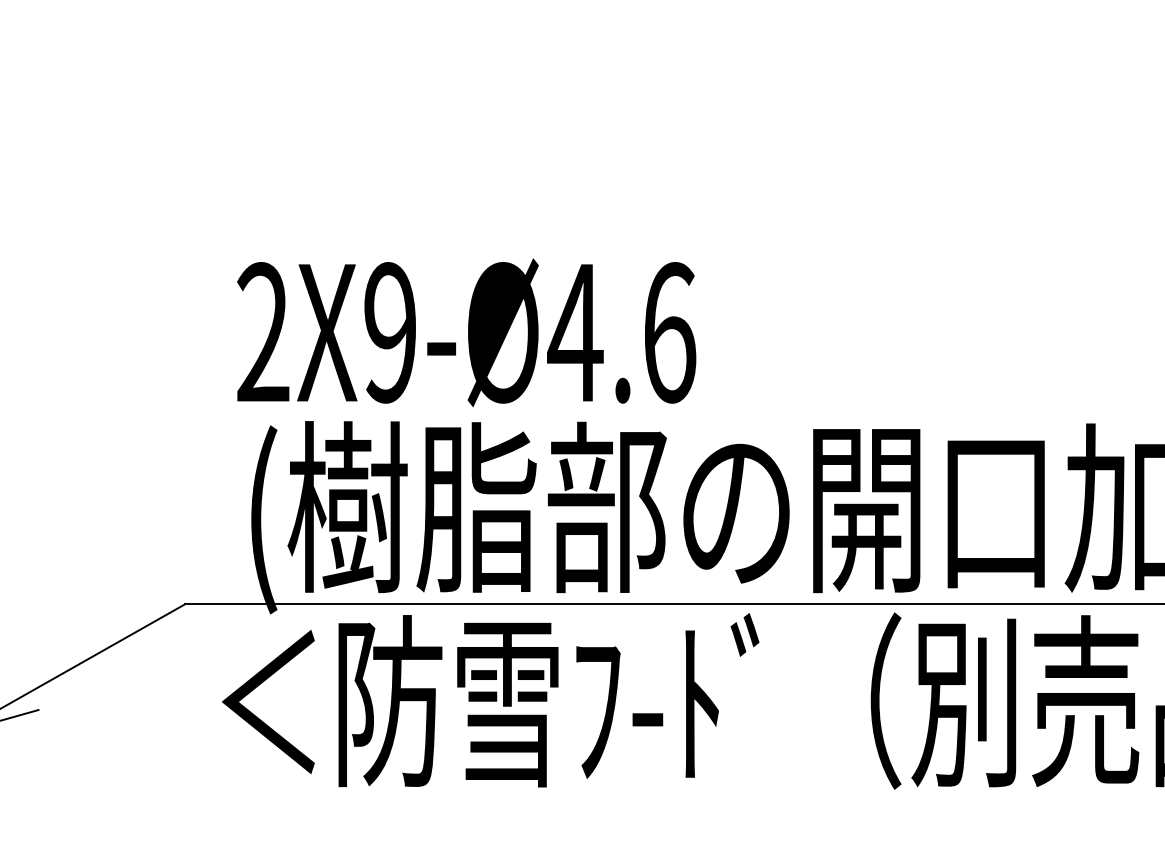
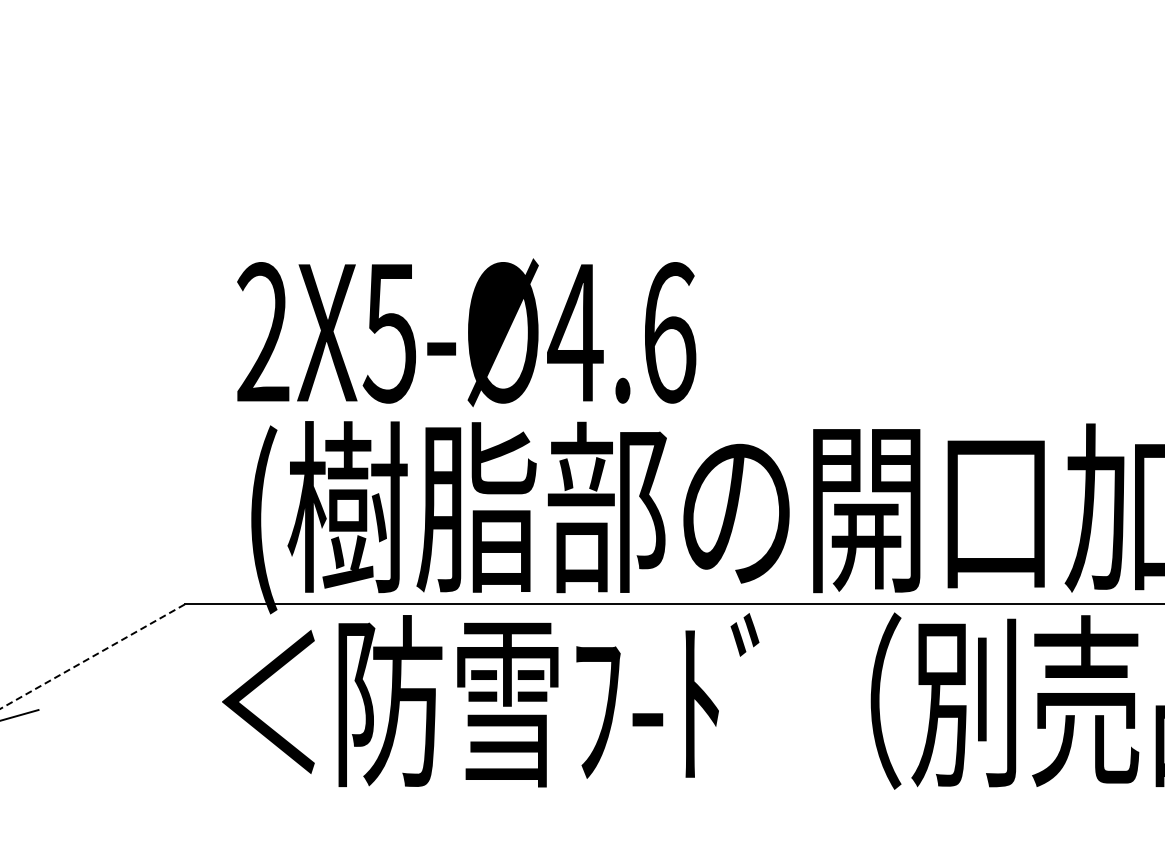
text at (389, 332): 2X9-Ø4.6 -> 2X5-Ø4.6
line at (93, 656): solid -> dashed
